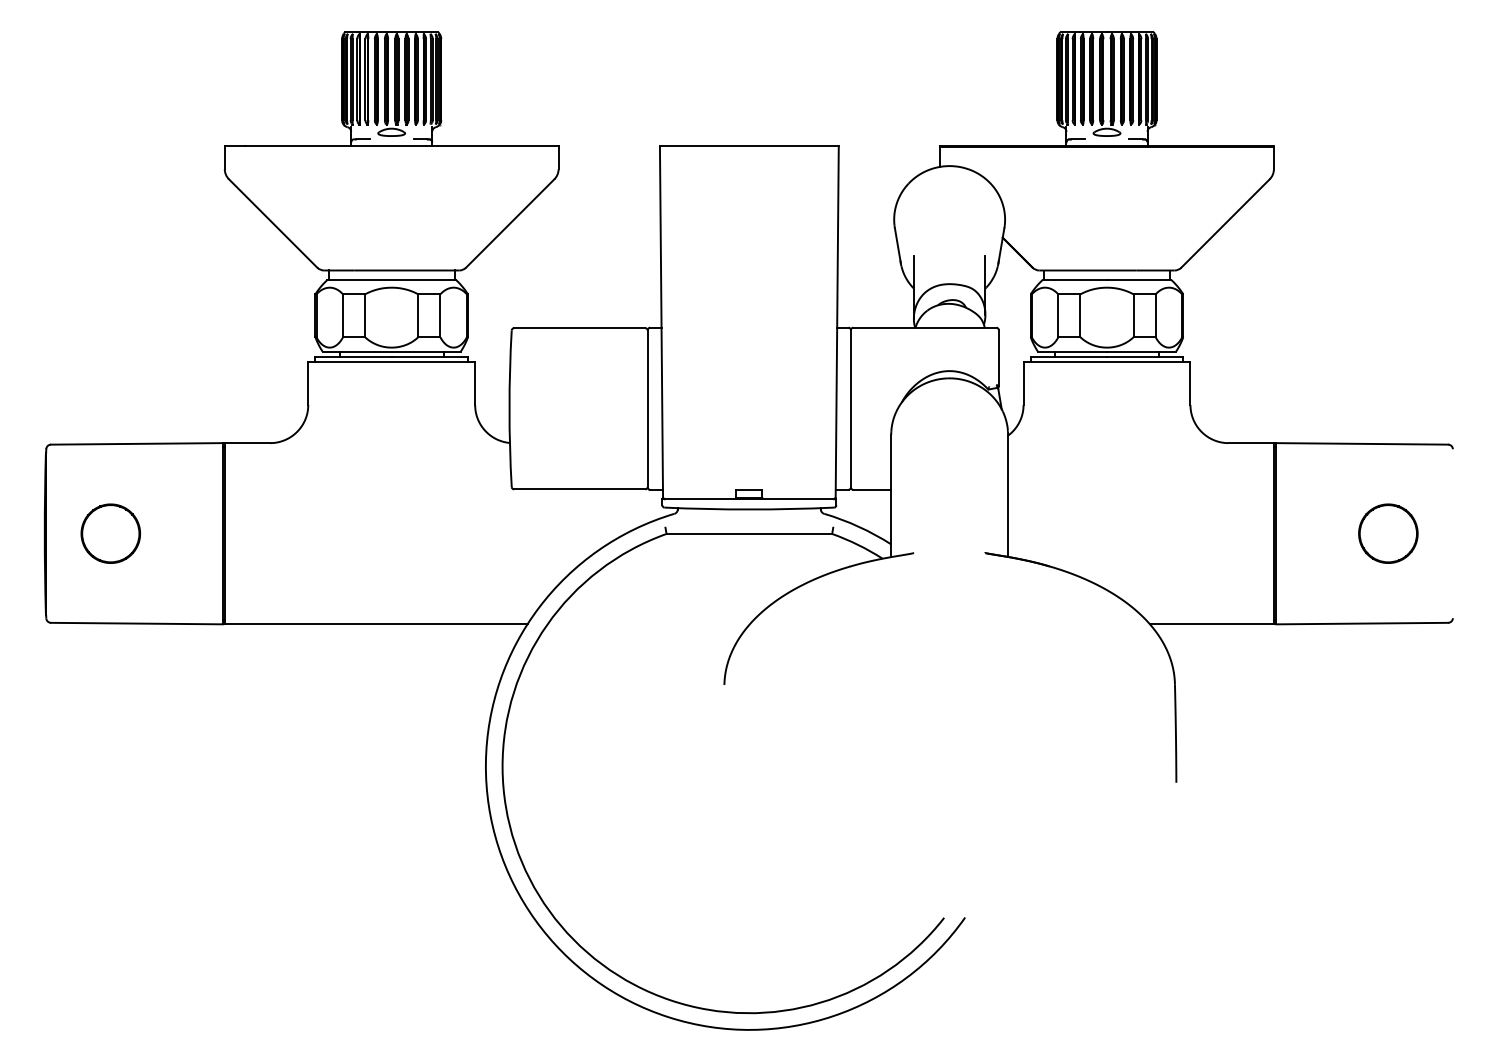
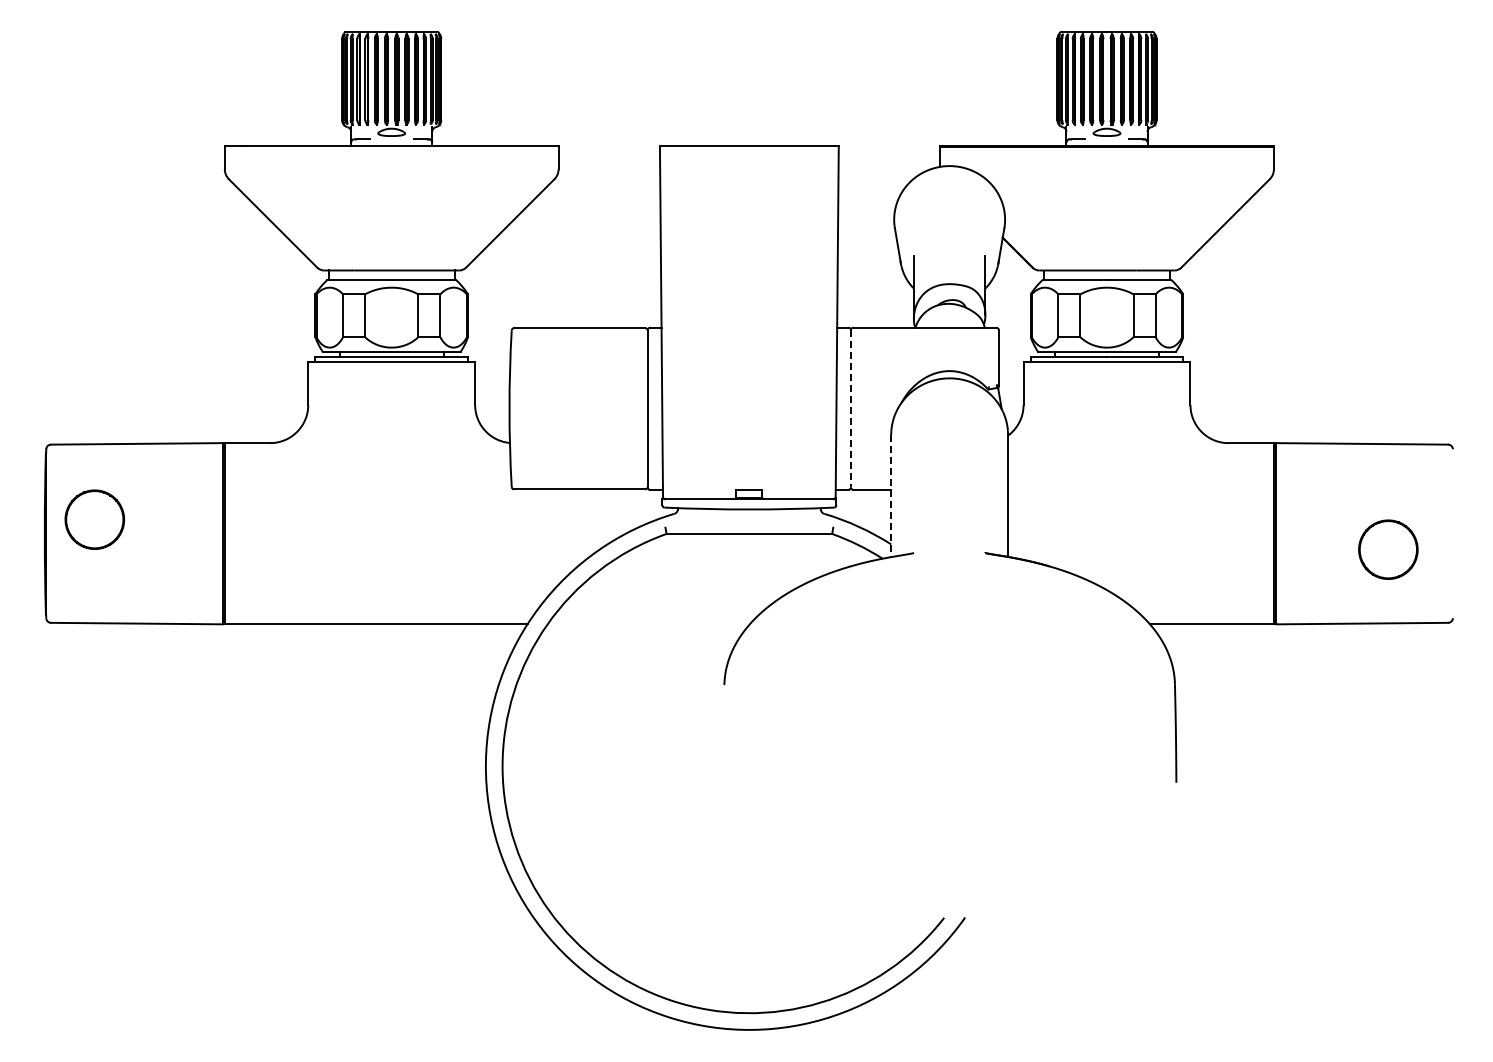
line at (850, 408): solid -> dashed
line at (891, 496): solid -> dashed
part at (110, 533) position: (110, 533) -> (94, 519)
part at (1388, 533) position: (1388, 533) -> (1388, 549)
